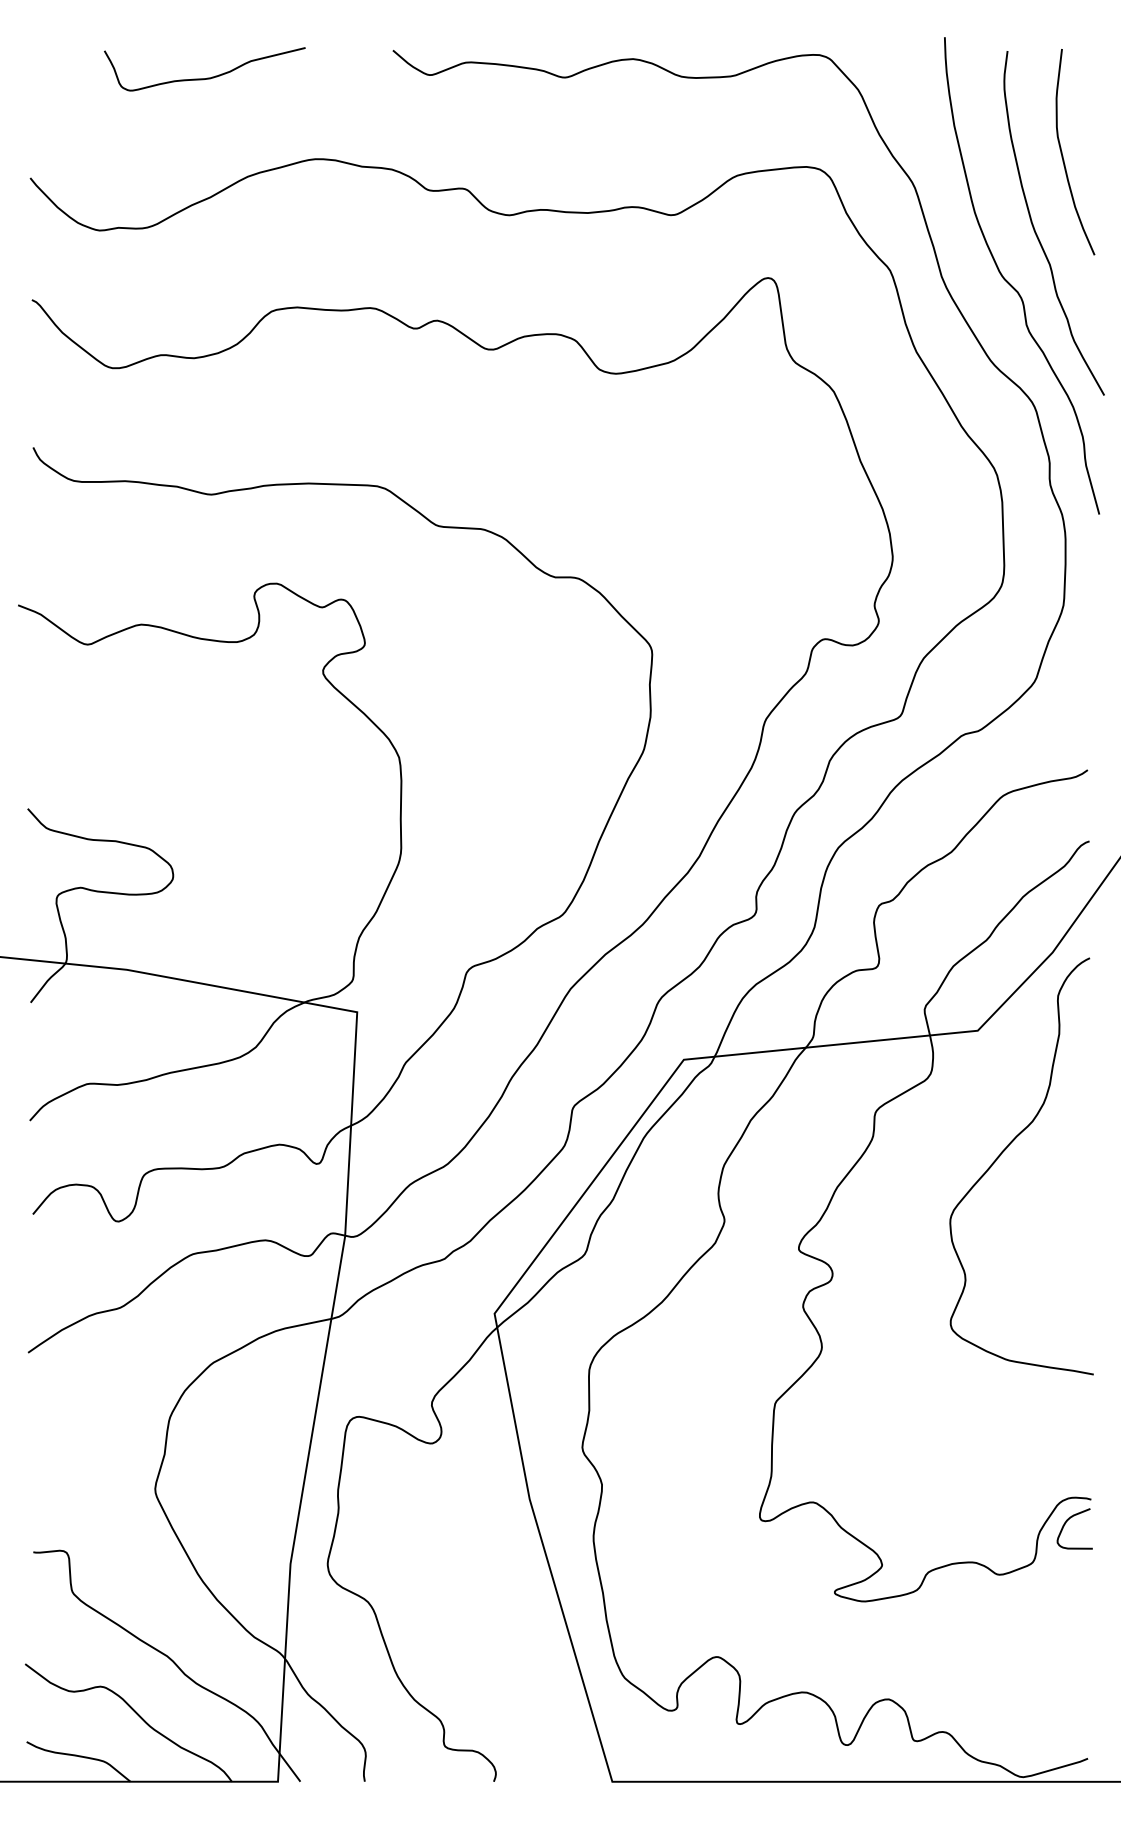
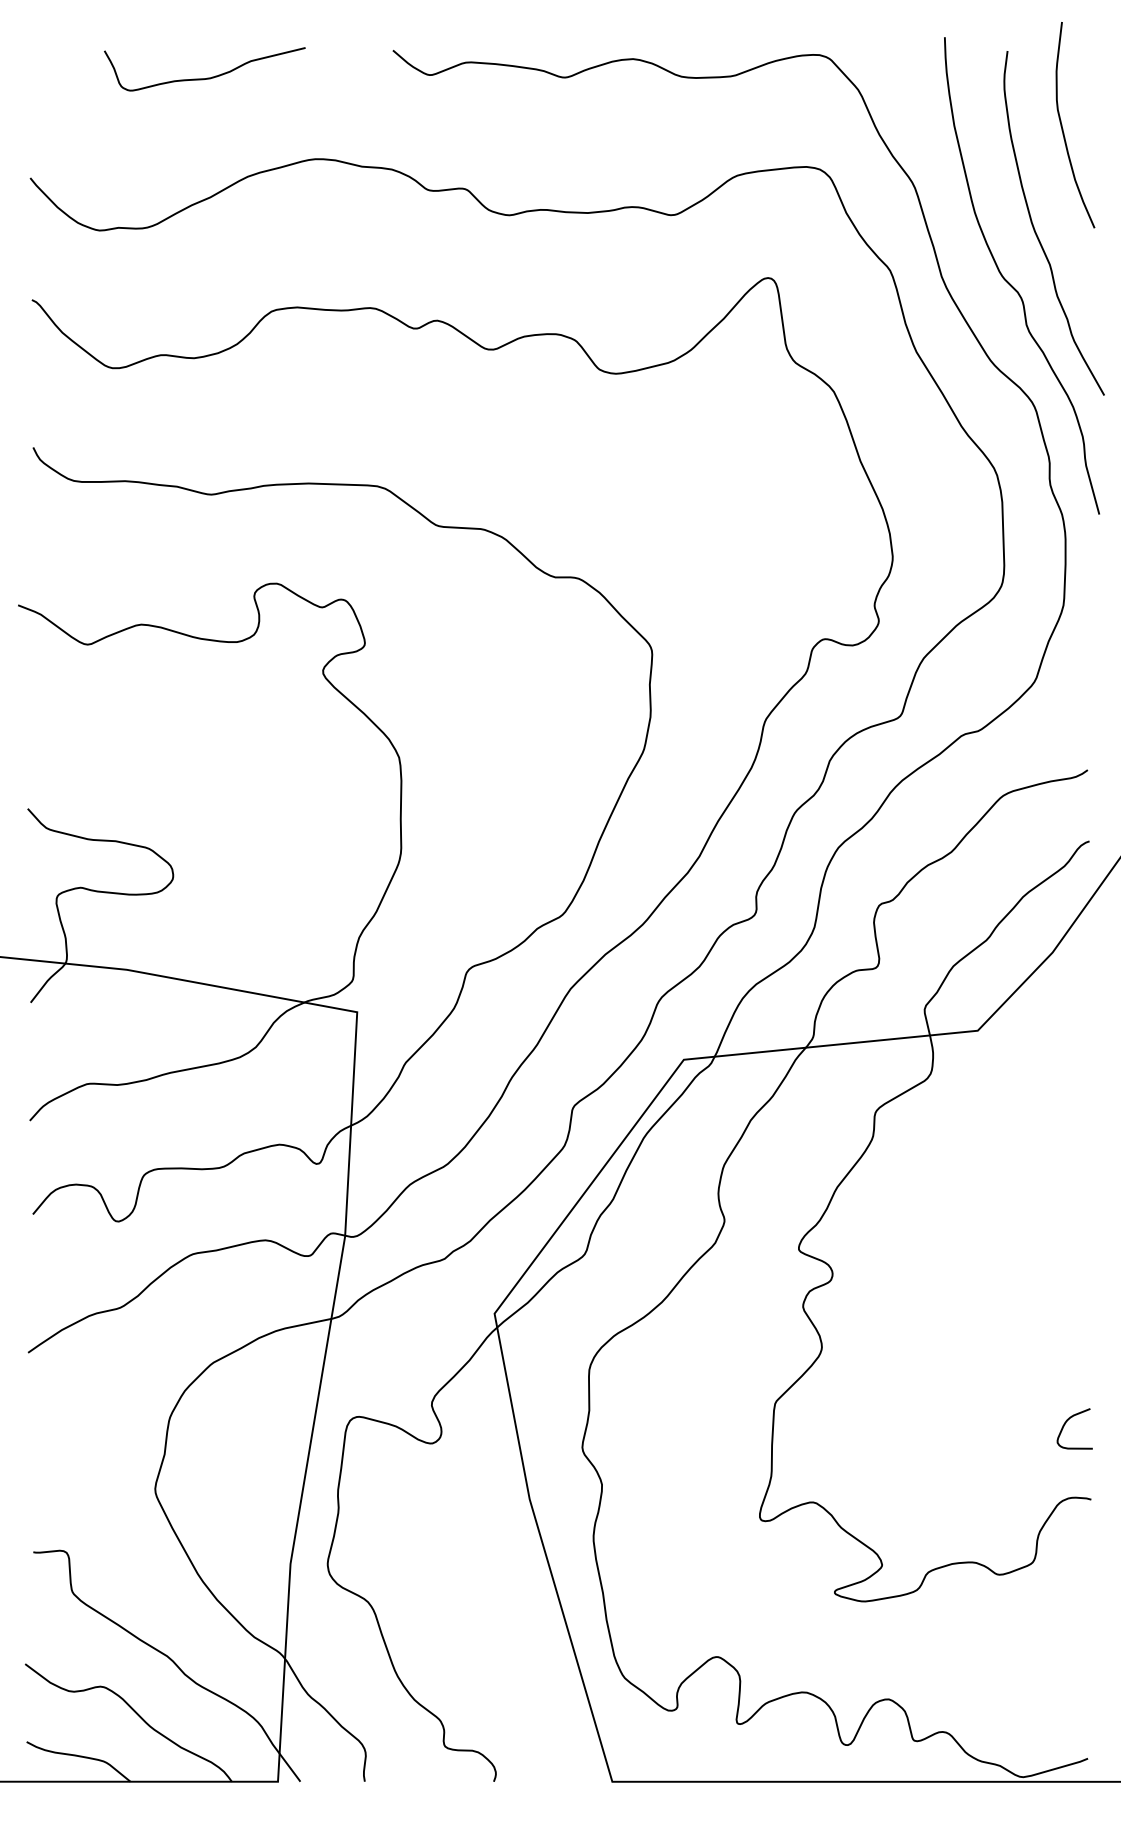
curve at (1063, 155) position: (1063, 155) -> (1063, 128)
curve at (1005, 1150): present -> none
curve at (1066, 1523) position: (1066, 1523) -> (1066, 1423)
